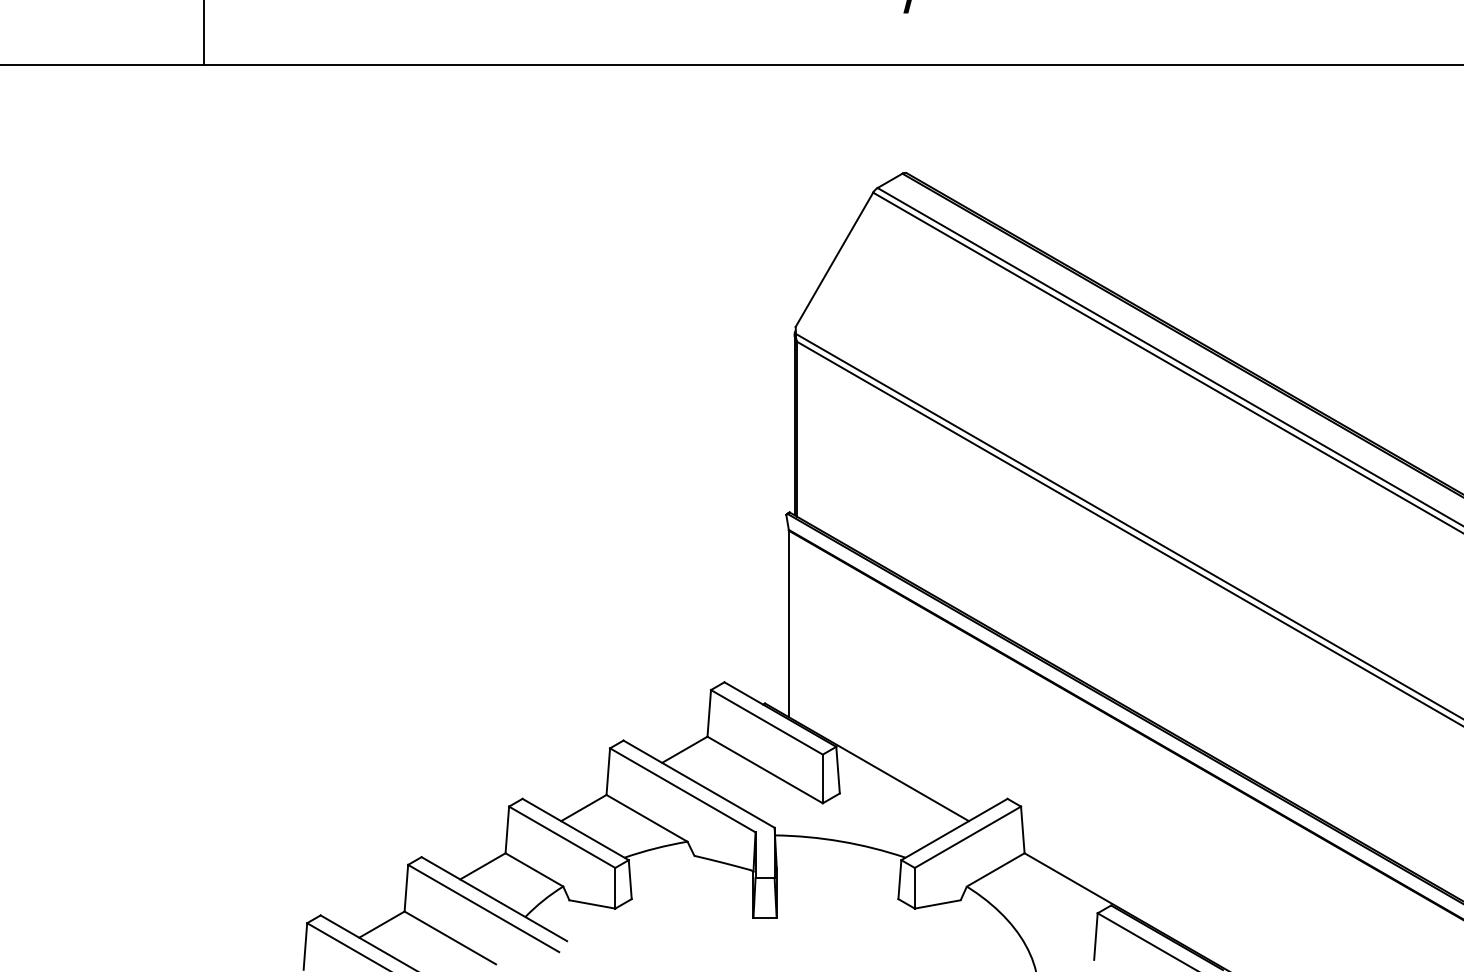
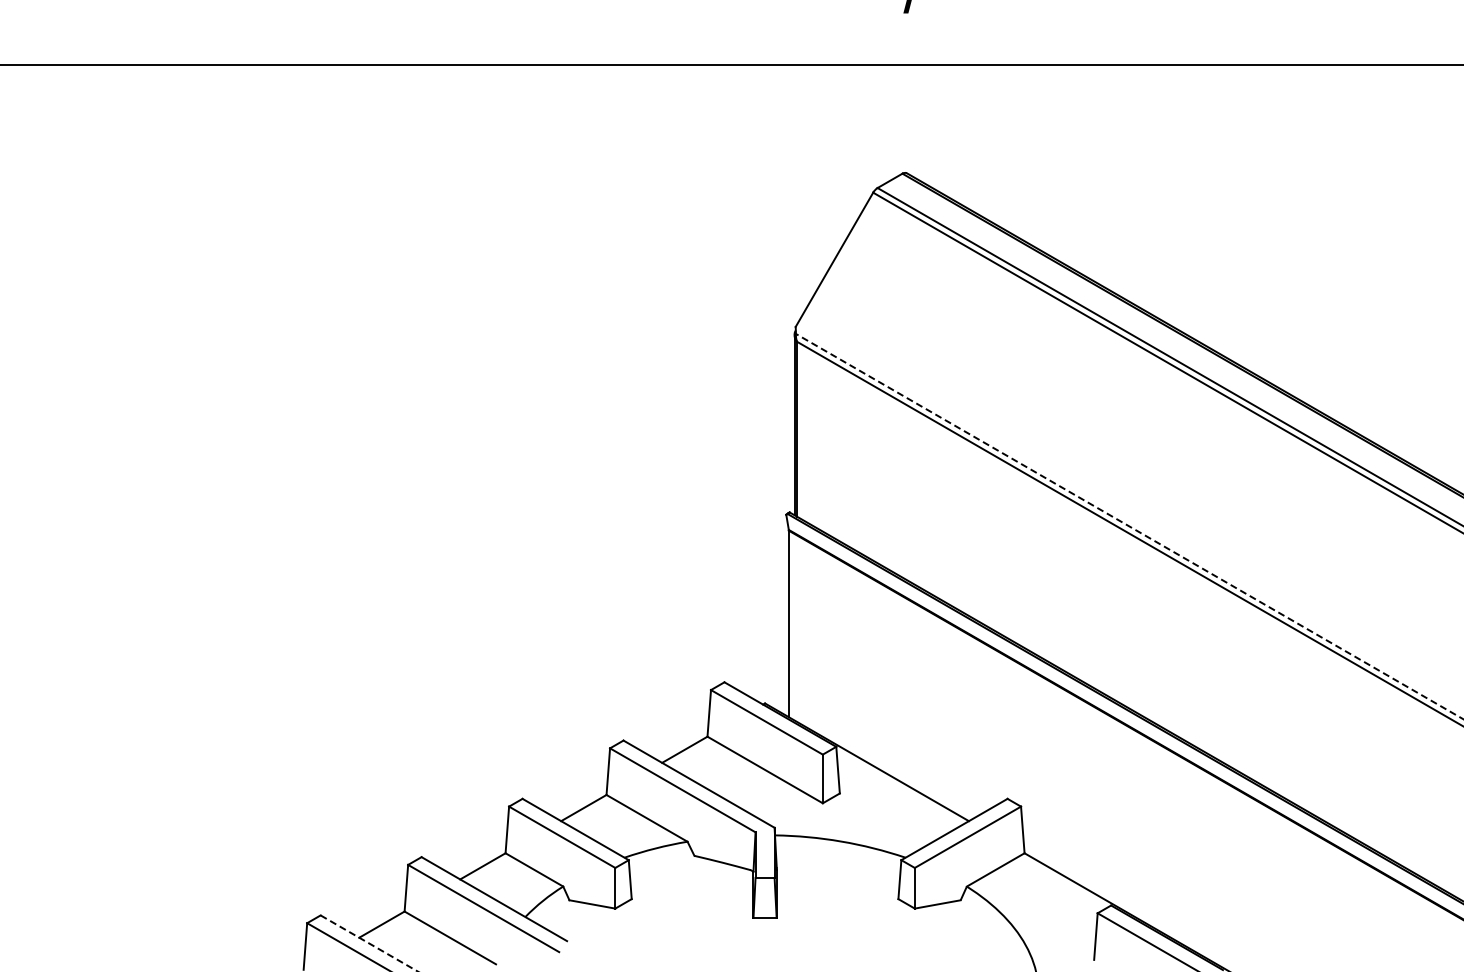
line at (204, 34): present -> none
line at (1129, 526): solid -> dashed
line at (369, 943): solid -> dashed
